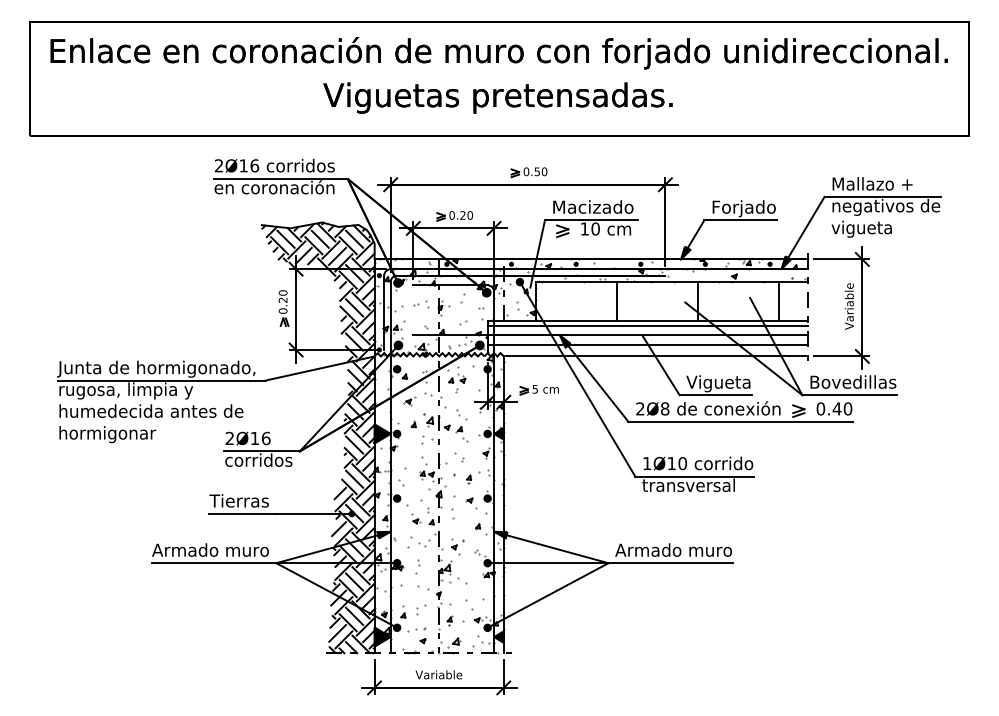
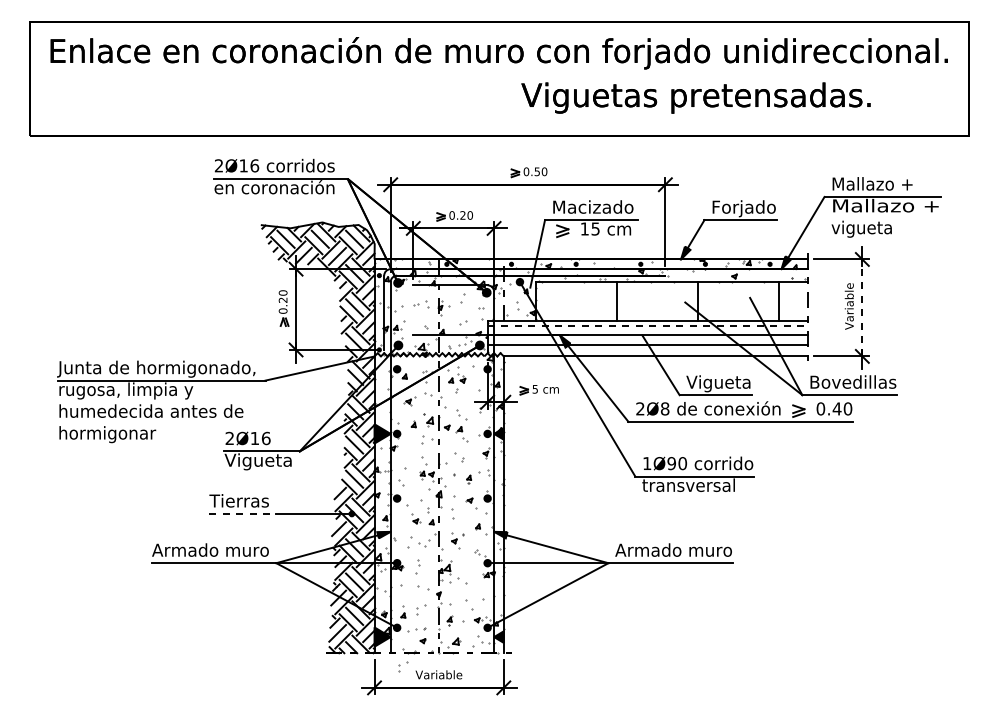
text at (497, 97) position: (497, 97) -> (695, 97)
text at (886, 206): negativos de -> Mallazo +
text at (595, 228): 10 -> 15
line at (862, 307): solid -> dashed
line at (647, 325): solid -> dashed
text at (258, 461): corridos -> Vigueta
text at (671, 463): 1Ø10 -> 1Ø90
line at (243, 513): solid -> dashed
part at (457, 546) position: (457, 546) -> (457, 540)
part at (403, 666): none -> present
